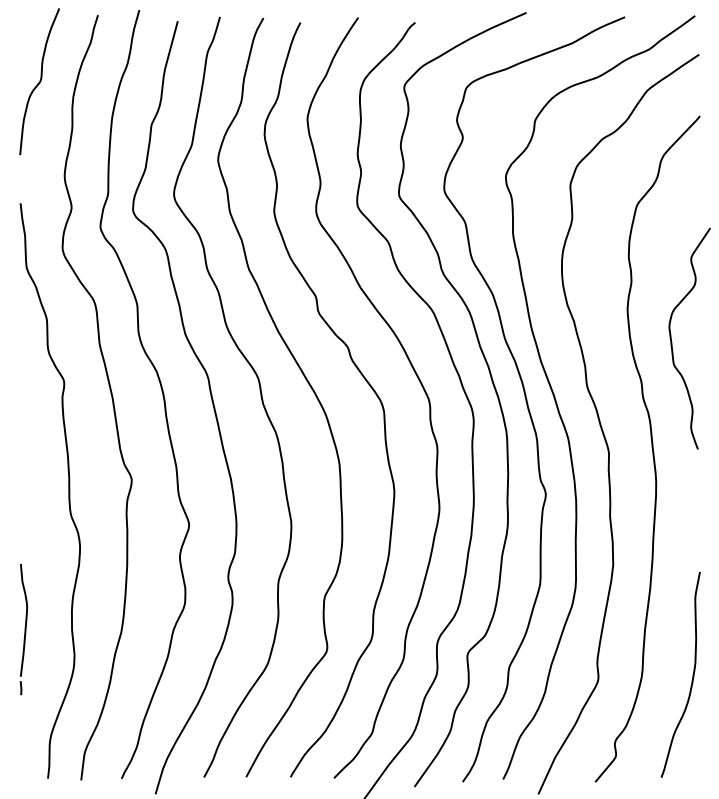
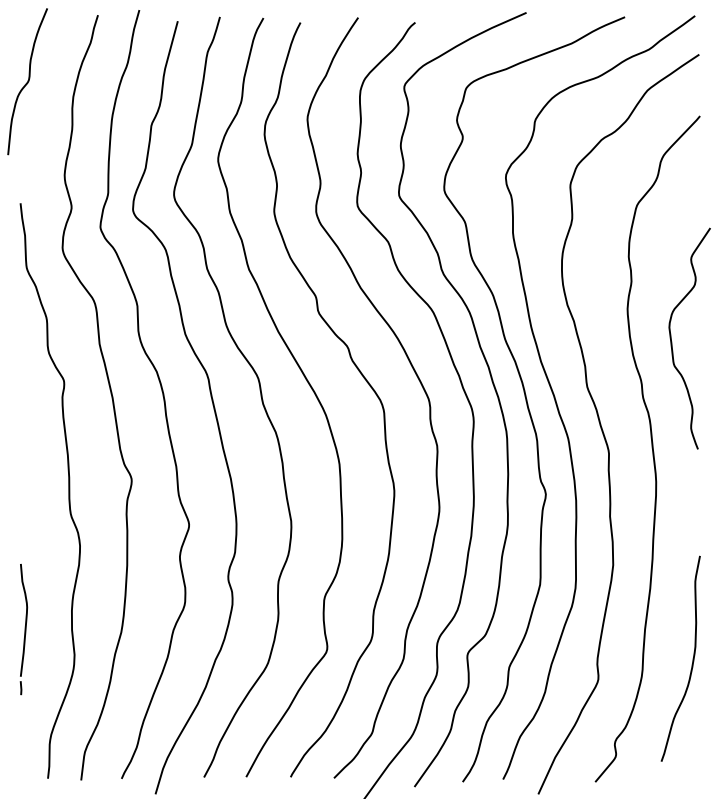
curve at (39, 81) position: (39, 81) -> (27, 81)
curve at (692, 674) position: (692, 674) -> (692, 658)
